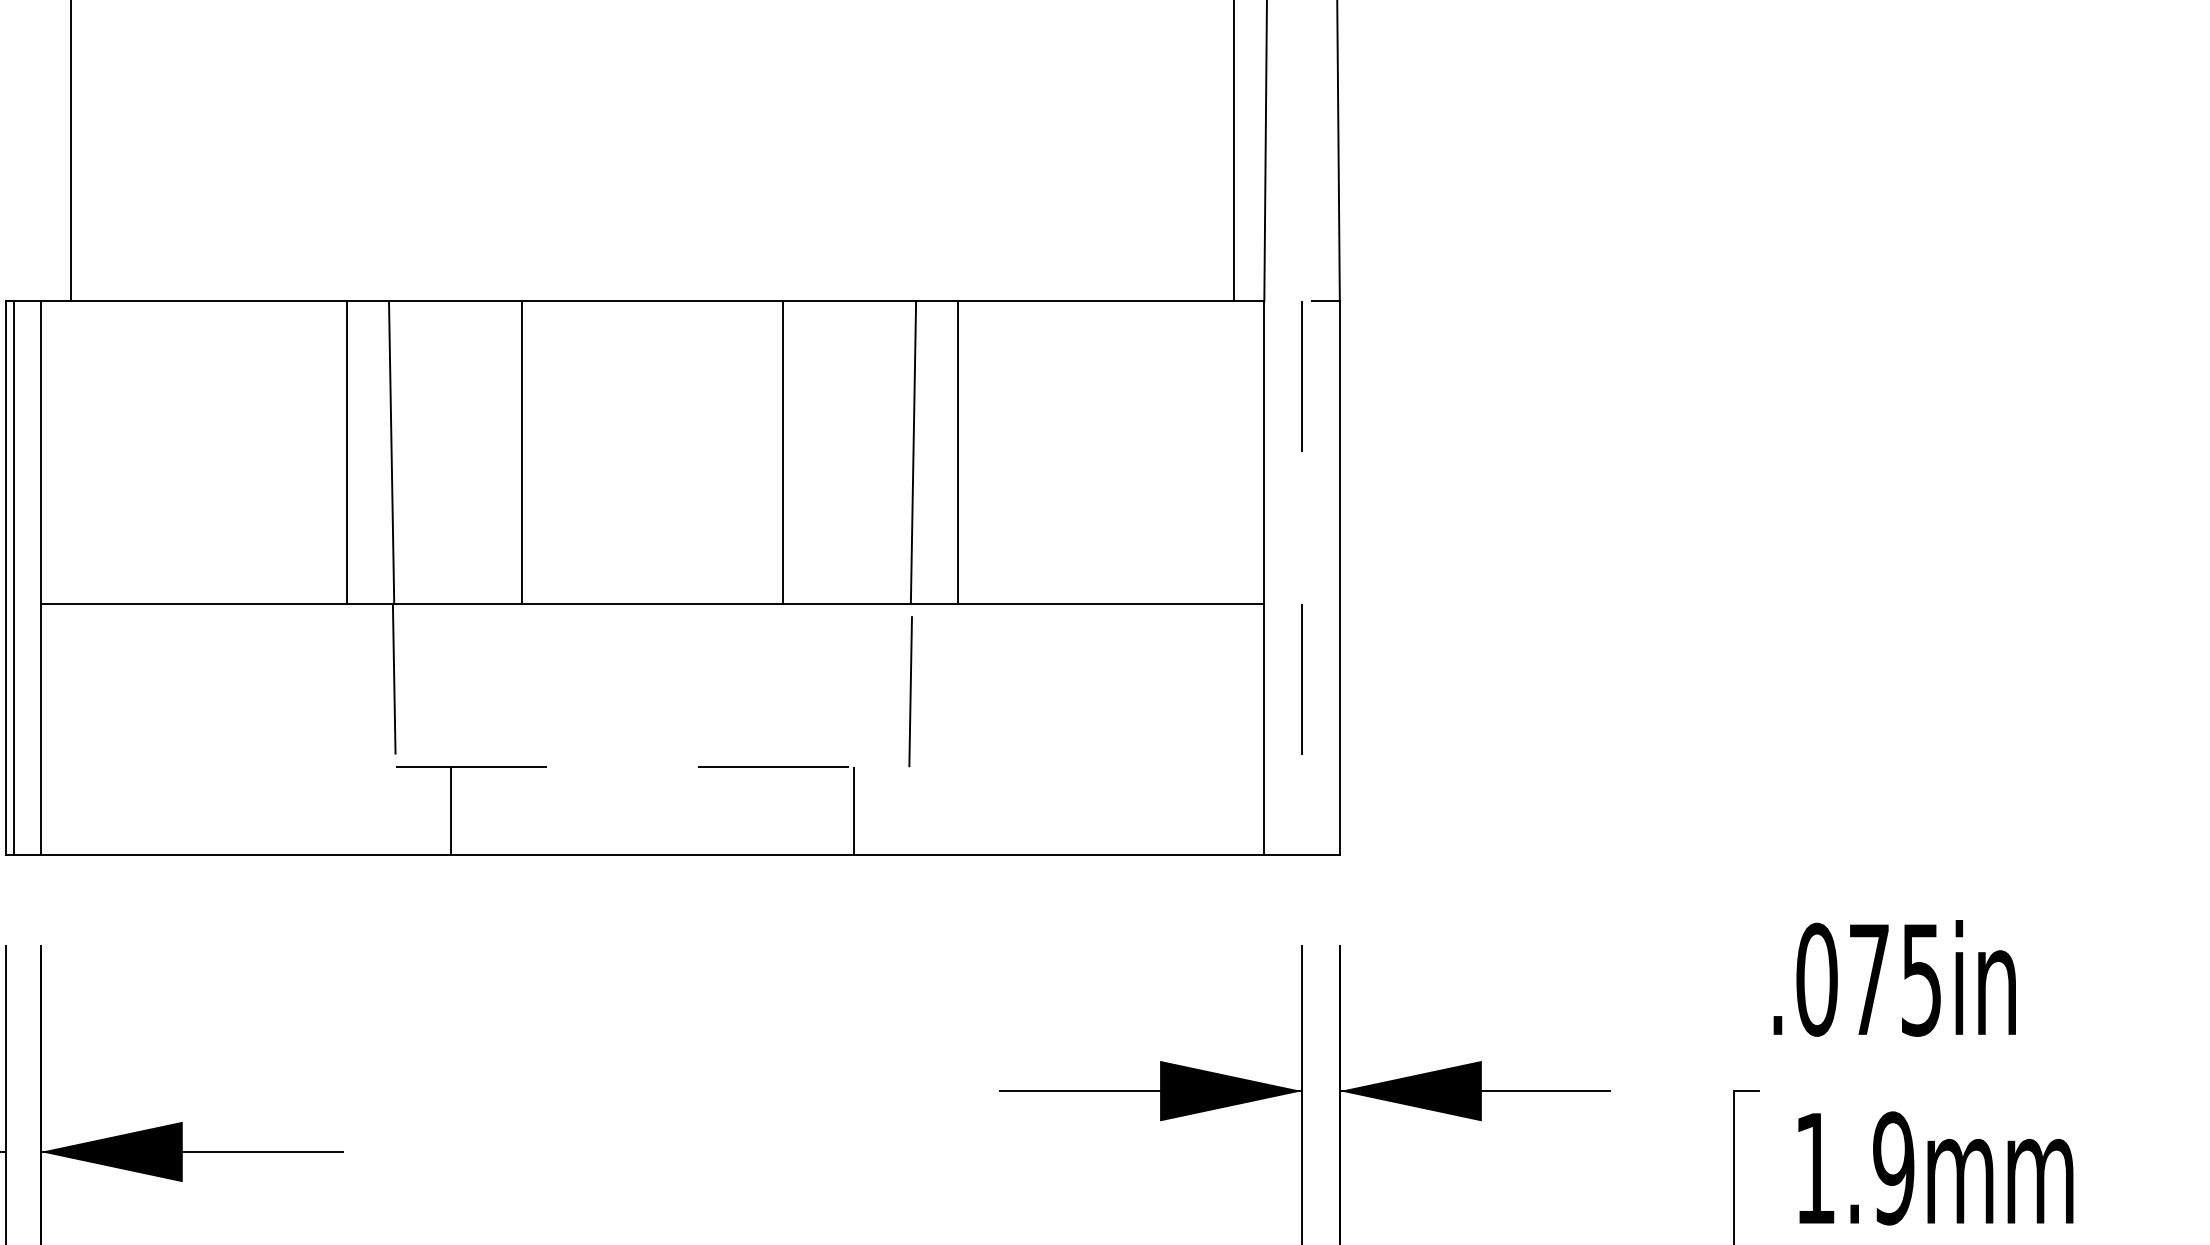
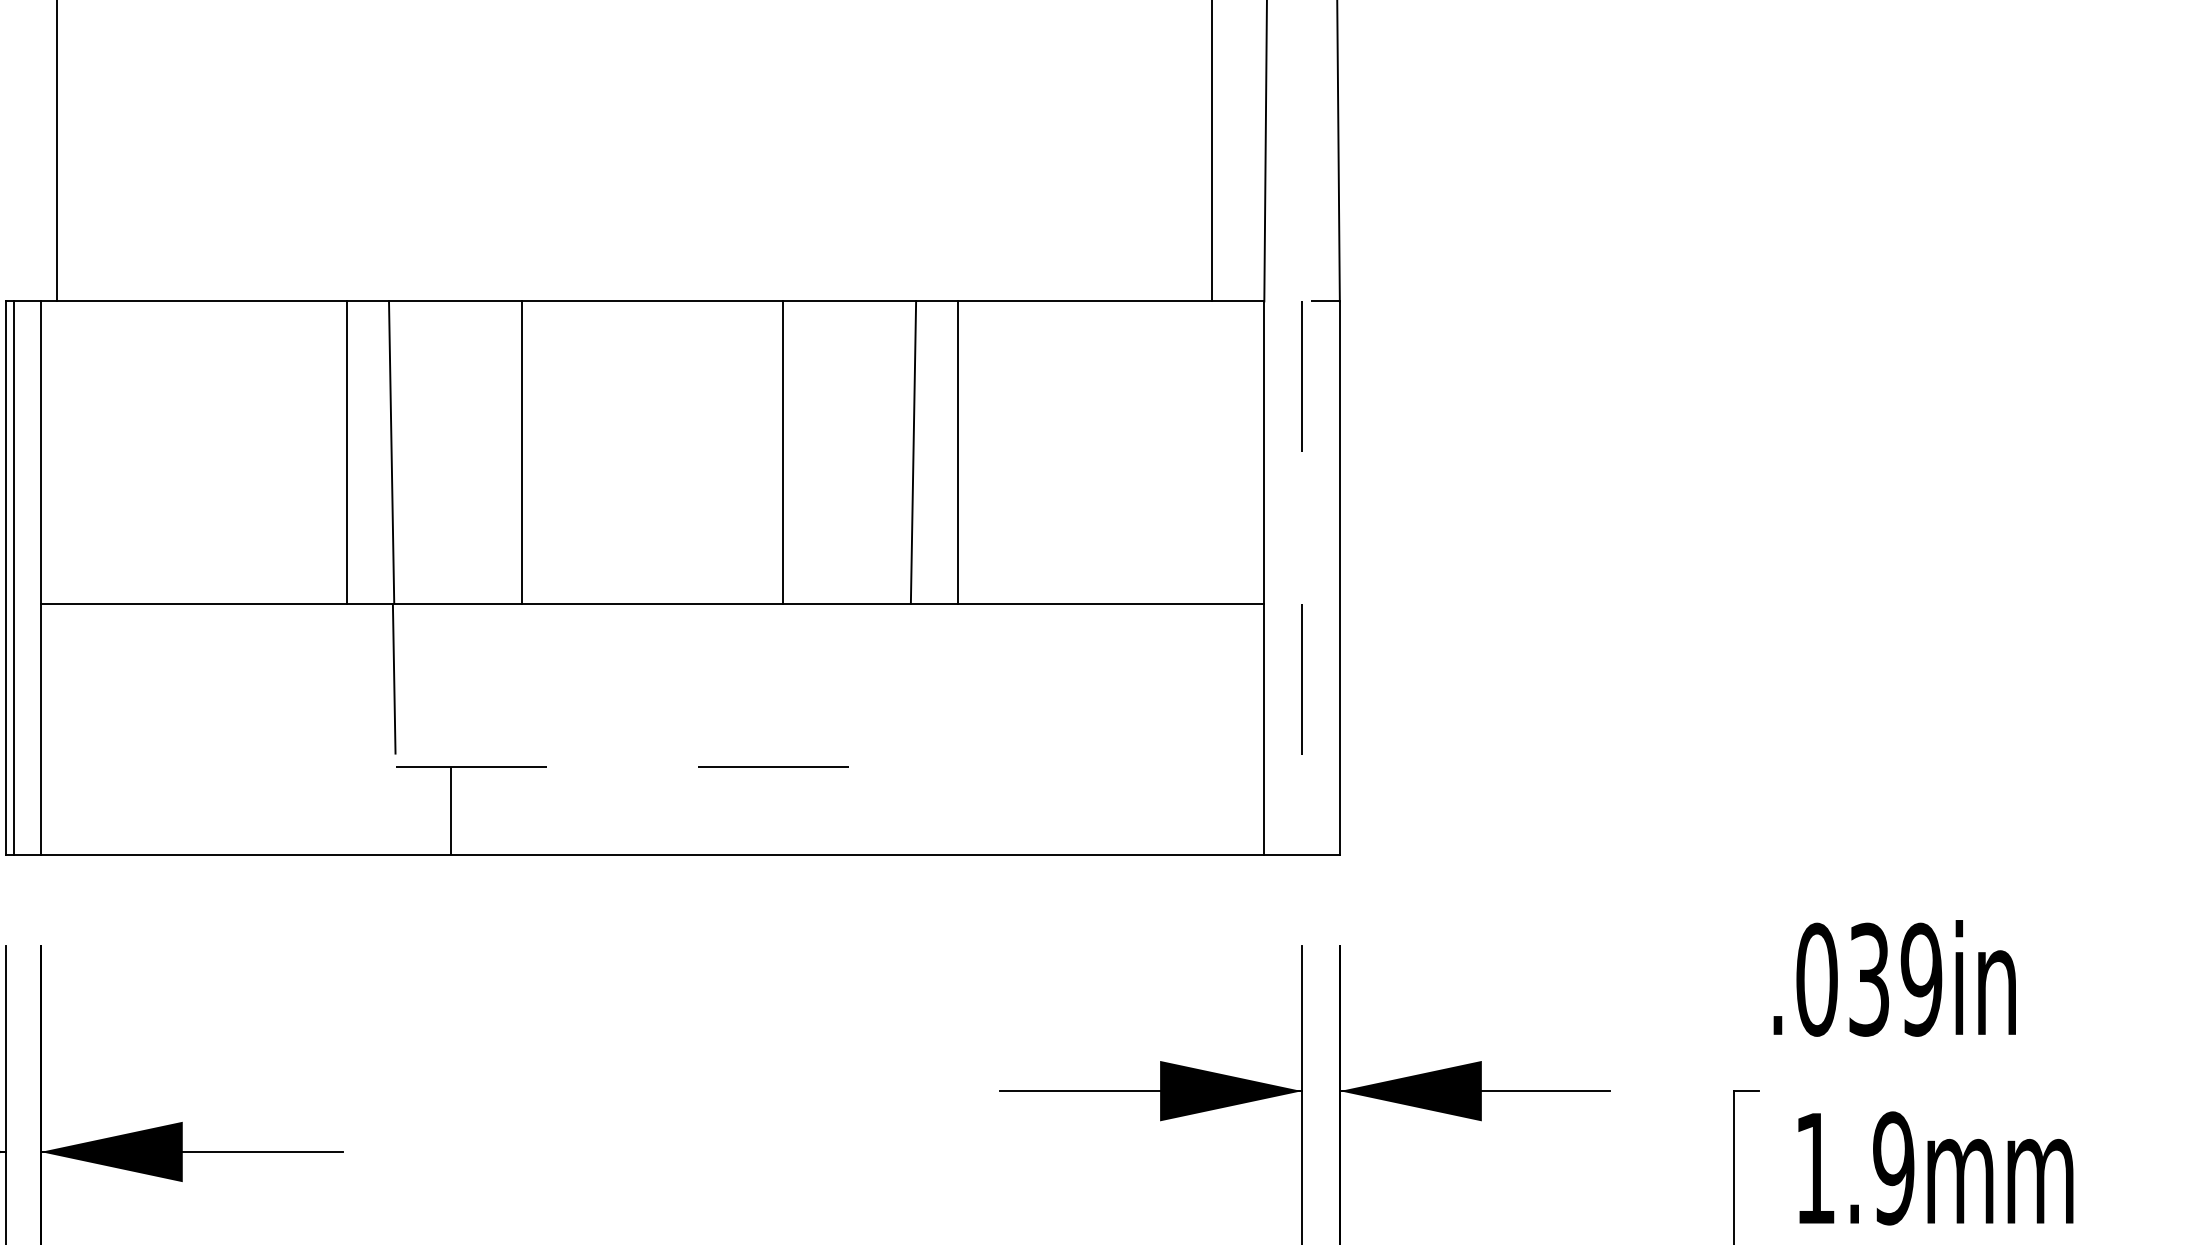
line at (70, 151) position: (70, 151) -> (56, 151)
line at (1234, 151) position: (1234, 151) -> (1212, 151)
line at (910, 691): present -> none
line at (854, 811): present -> none
text at (1895, 979): .075in -> .039in
